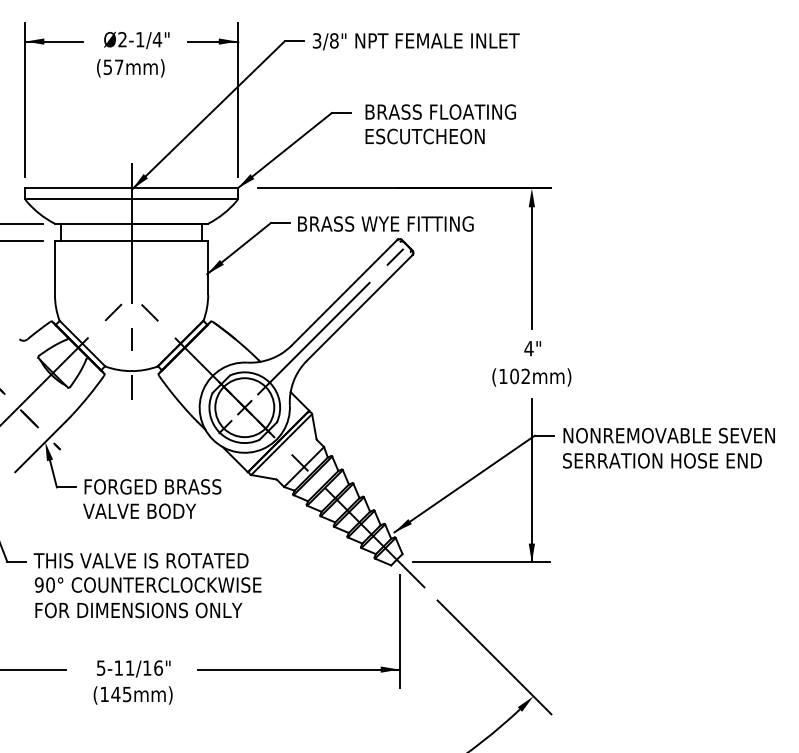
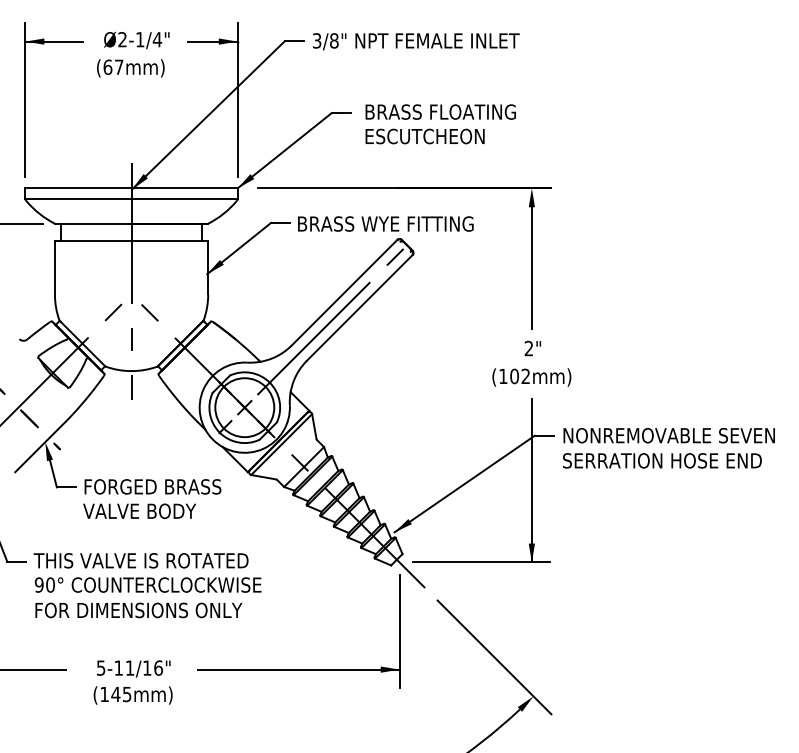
text at (107, 66): (57mm) -> (67mm)
line at (22, 241): present -> none
text at (528, 348): 4" -> 2"
